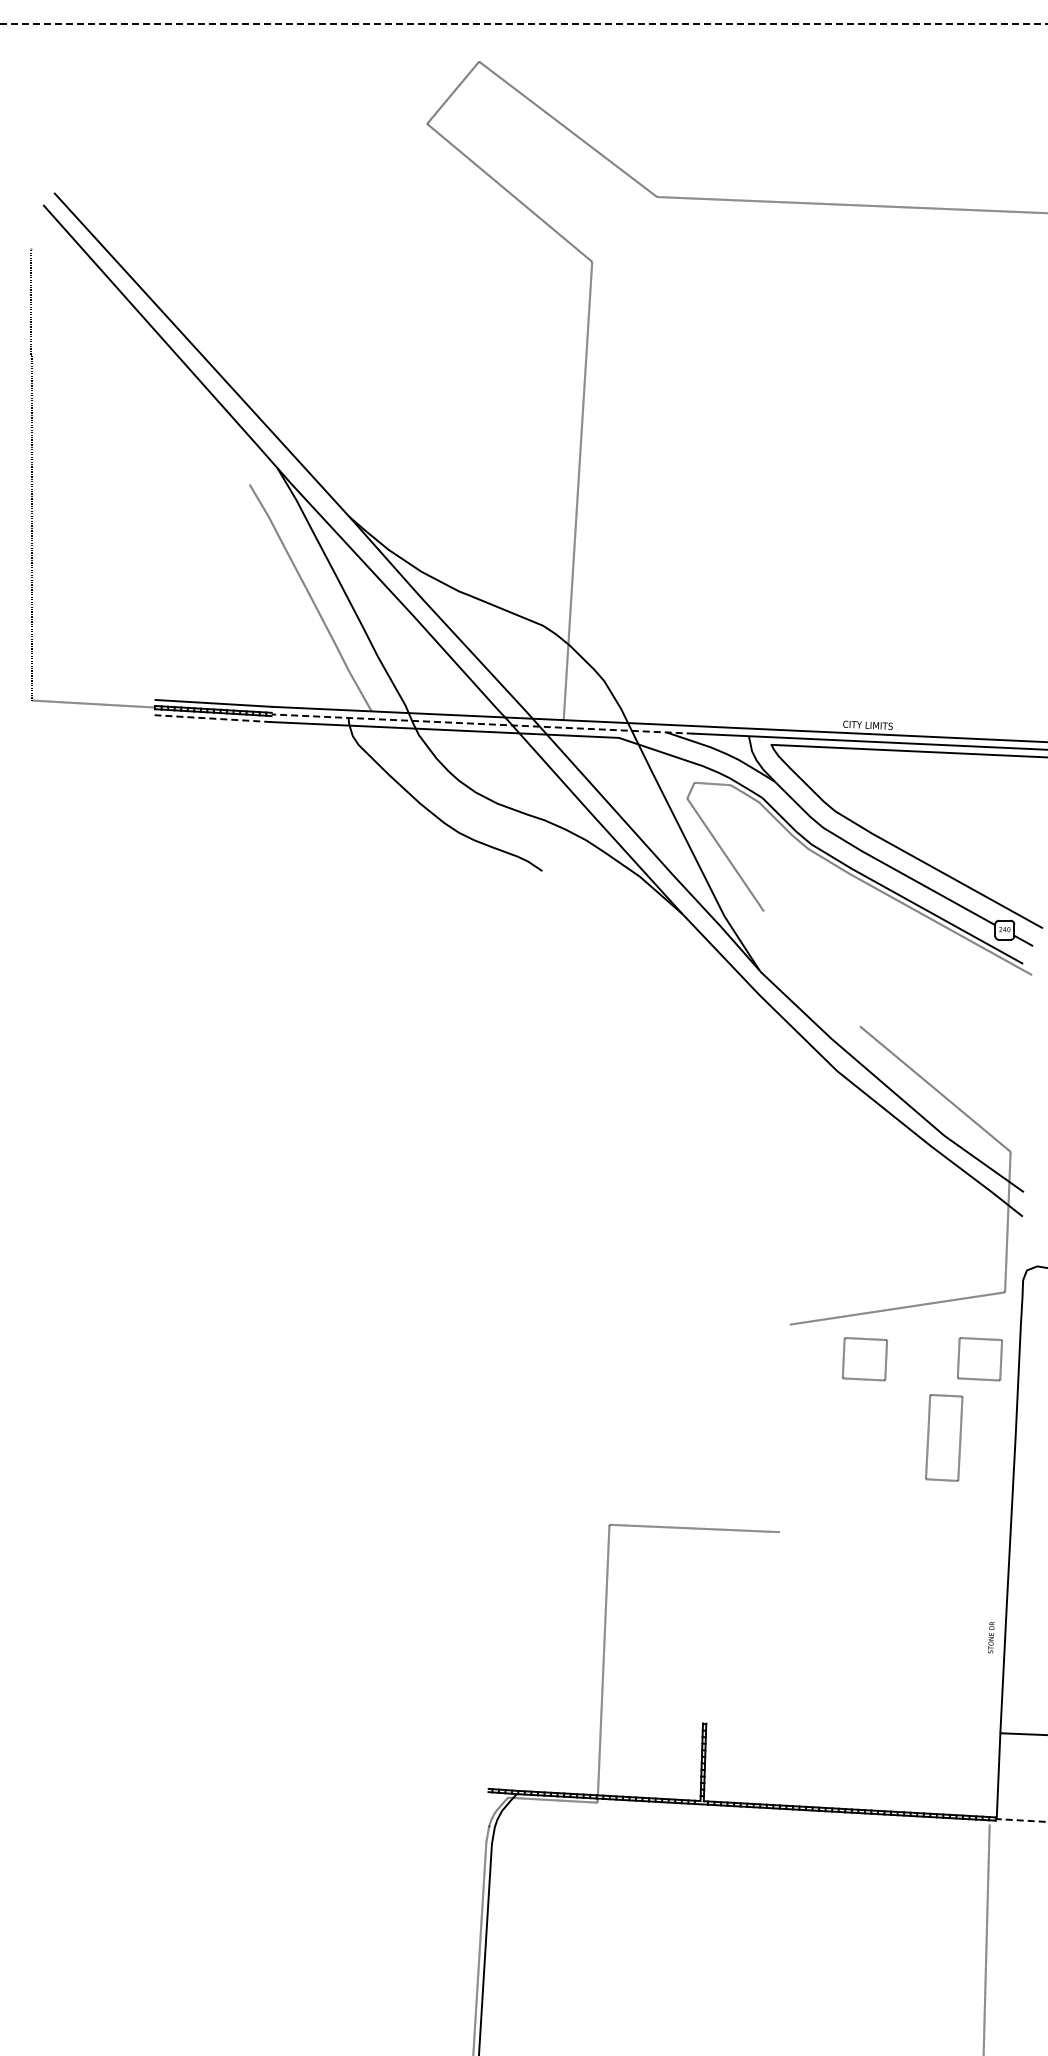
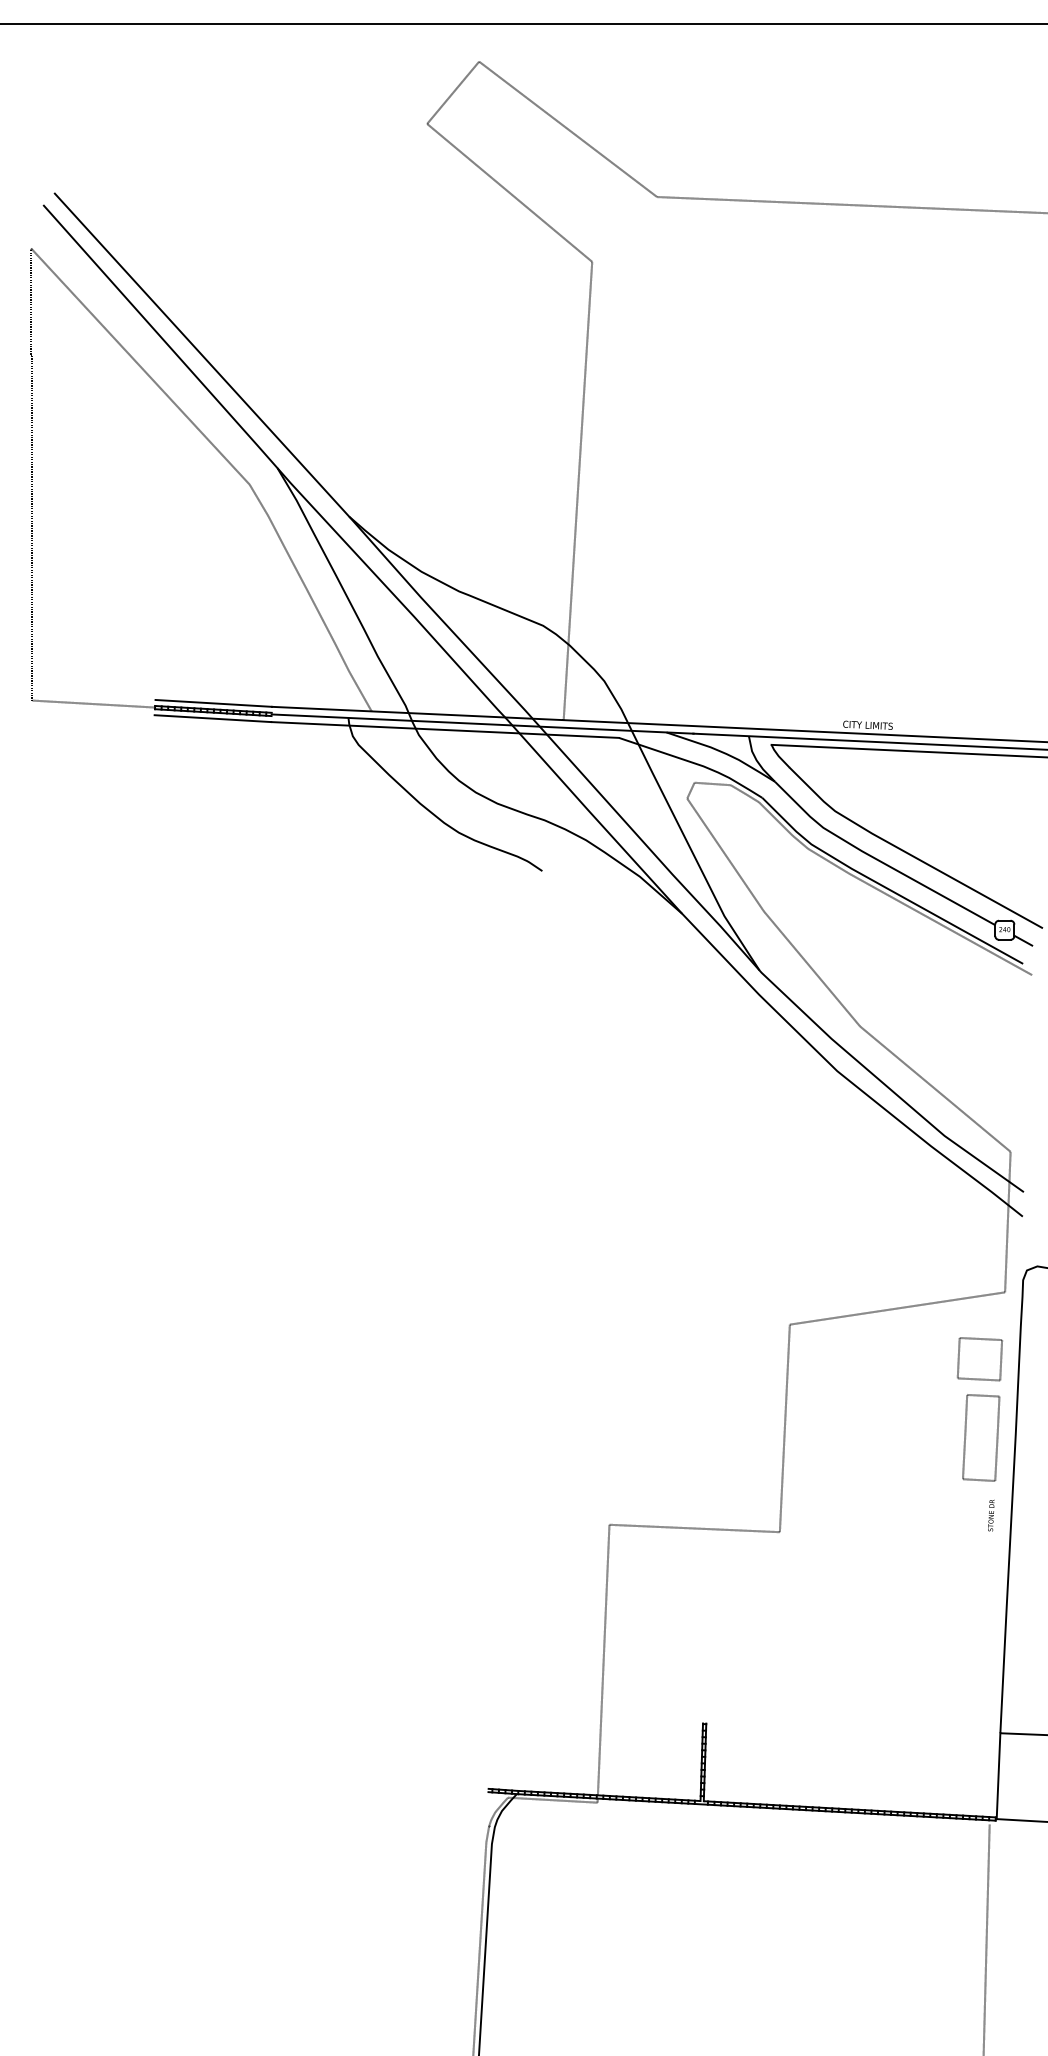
line at (524, 24): dashed -> solid
line at (140, 366): none -> present
line at (212, 718): dashed -> solid
line at (482, 724): dashed -> solid
line at (811, 968): none -> present
part at (864, 1359): present -> none
line at (784, 1428): none -> present
part at (944, 1437) position: (944, 1437) -> (981, 1437)
text at (991, 1637) position: (991, 1637) -> (991, 1515)
line at (1021, 1820): dashed -> solid
